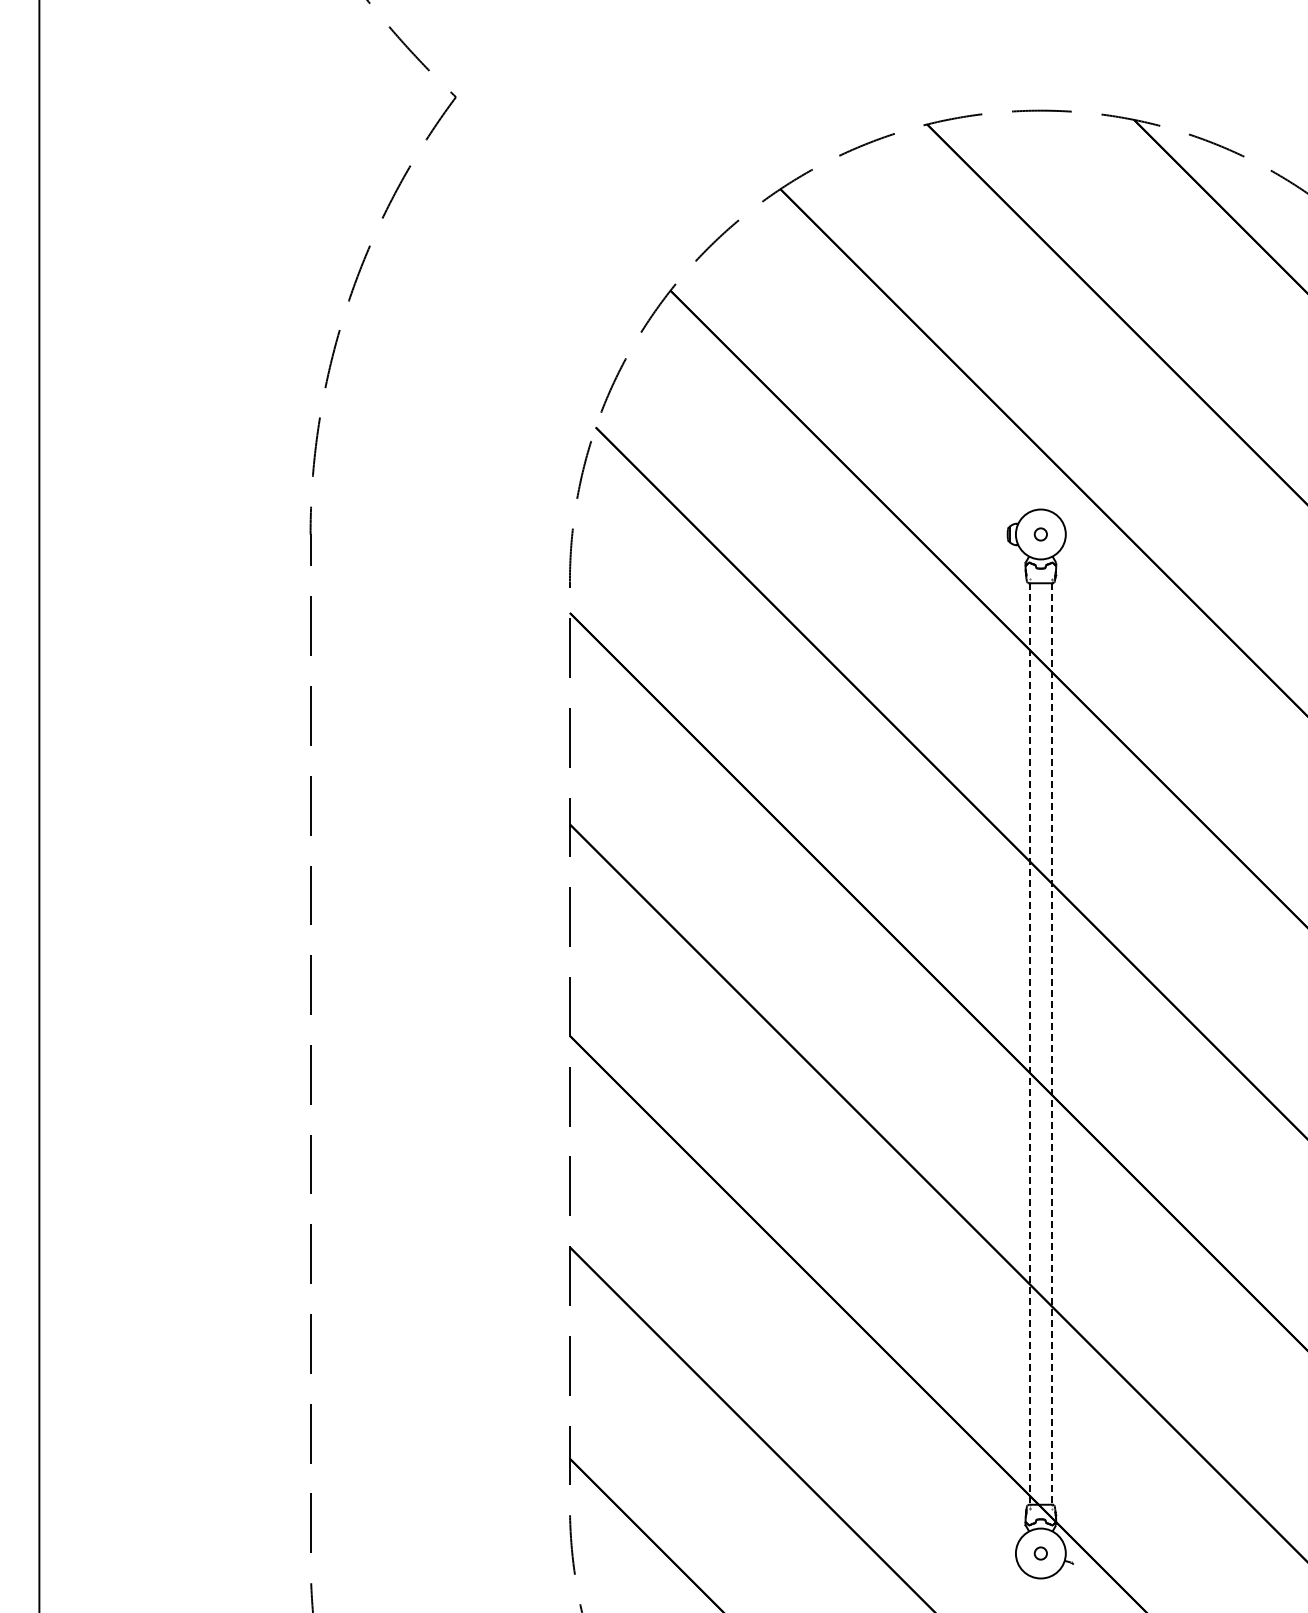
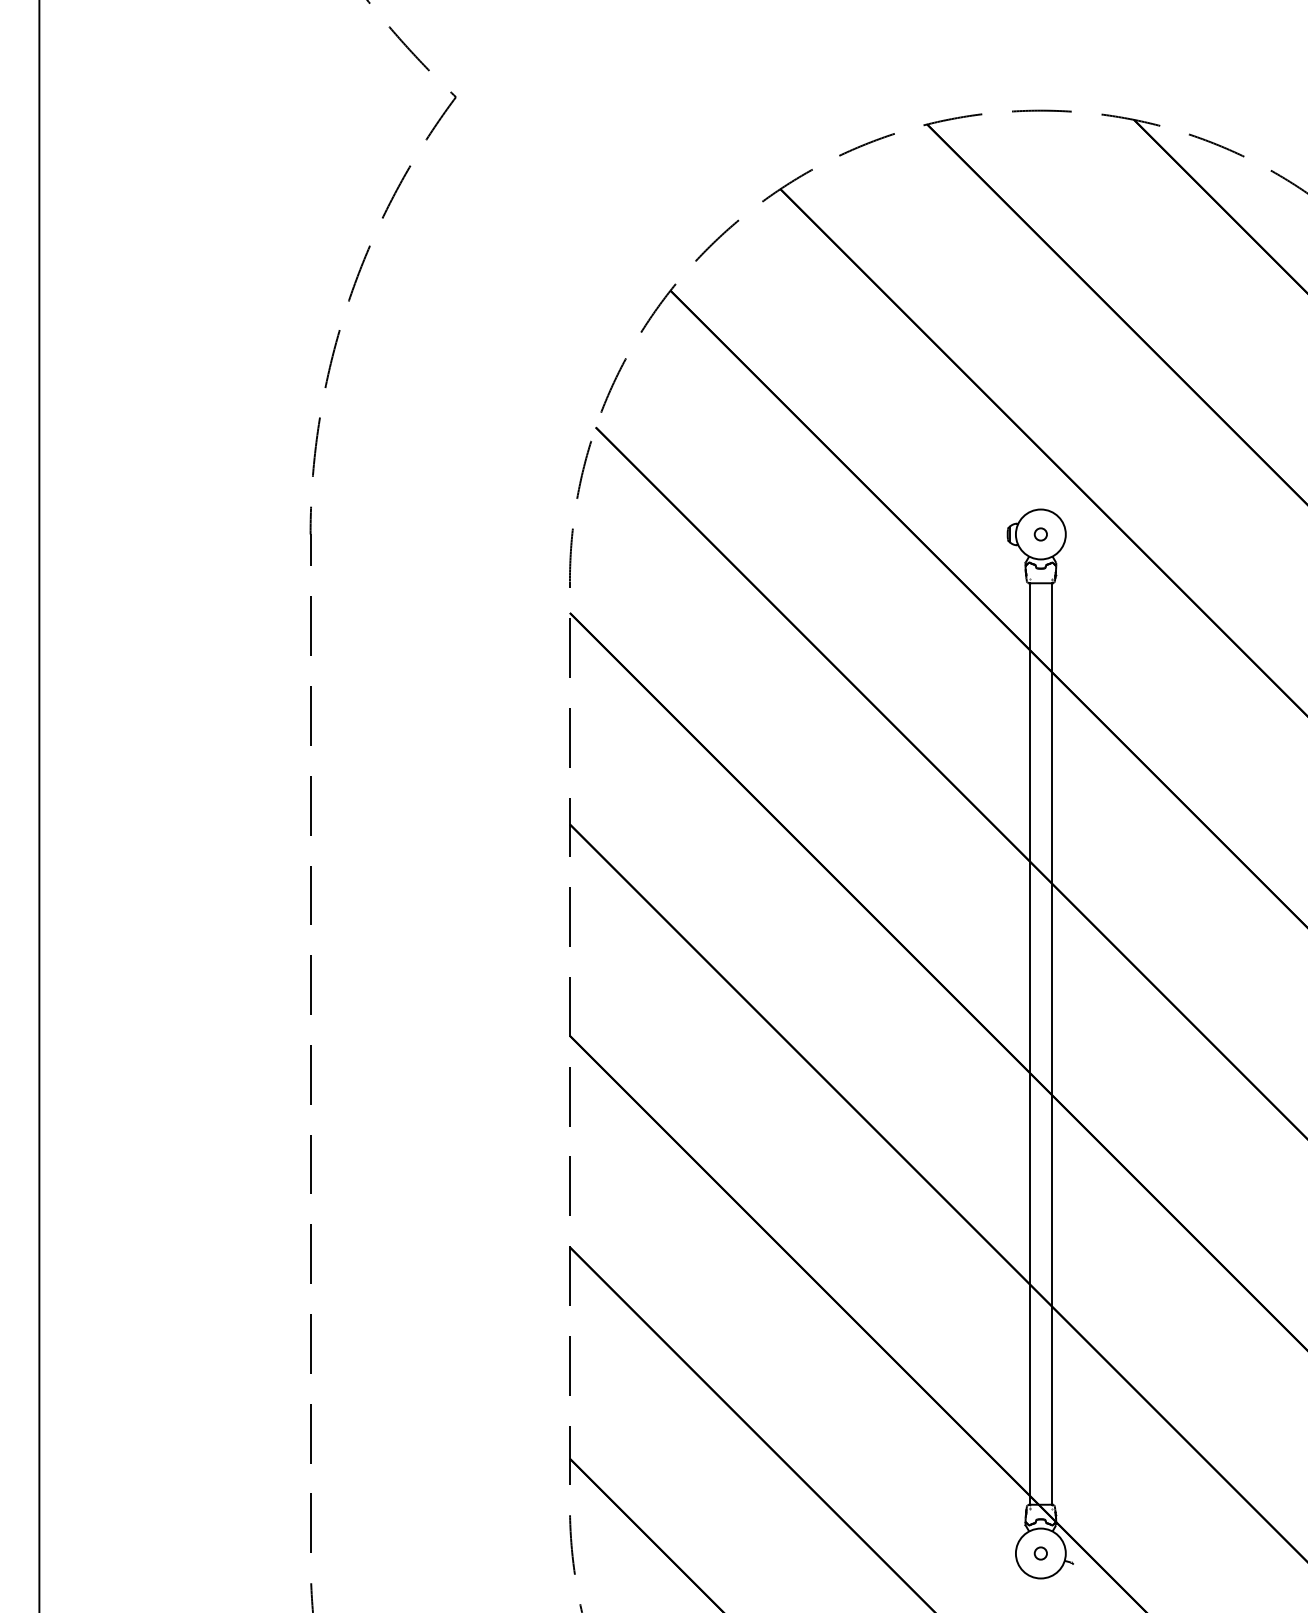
line at (1029, 1044): dashed -> solid
line at (1052, 1044): dashed -> solid
